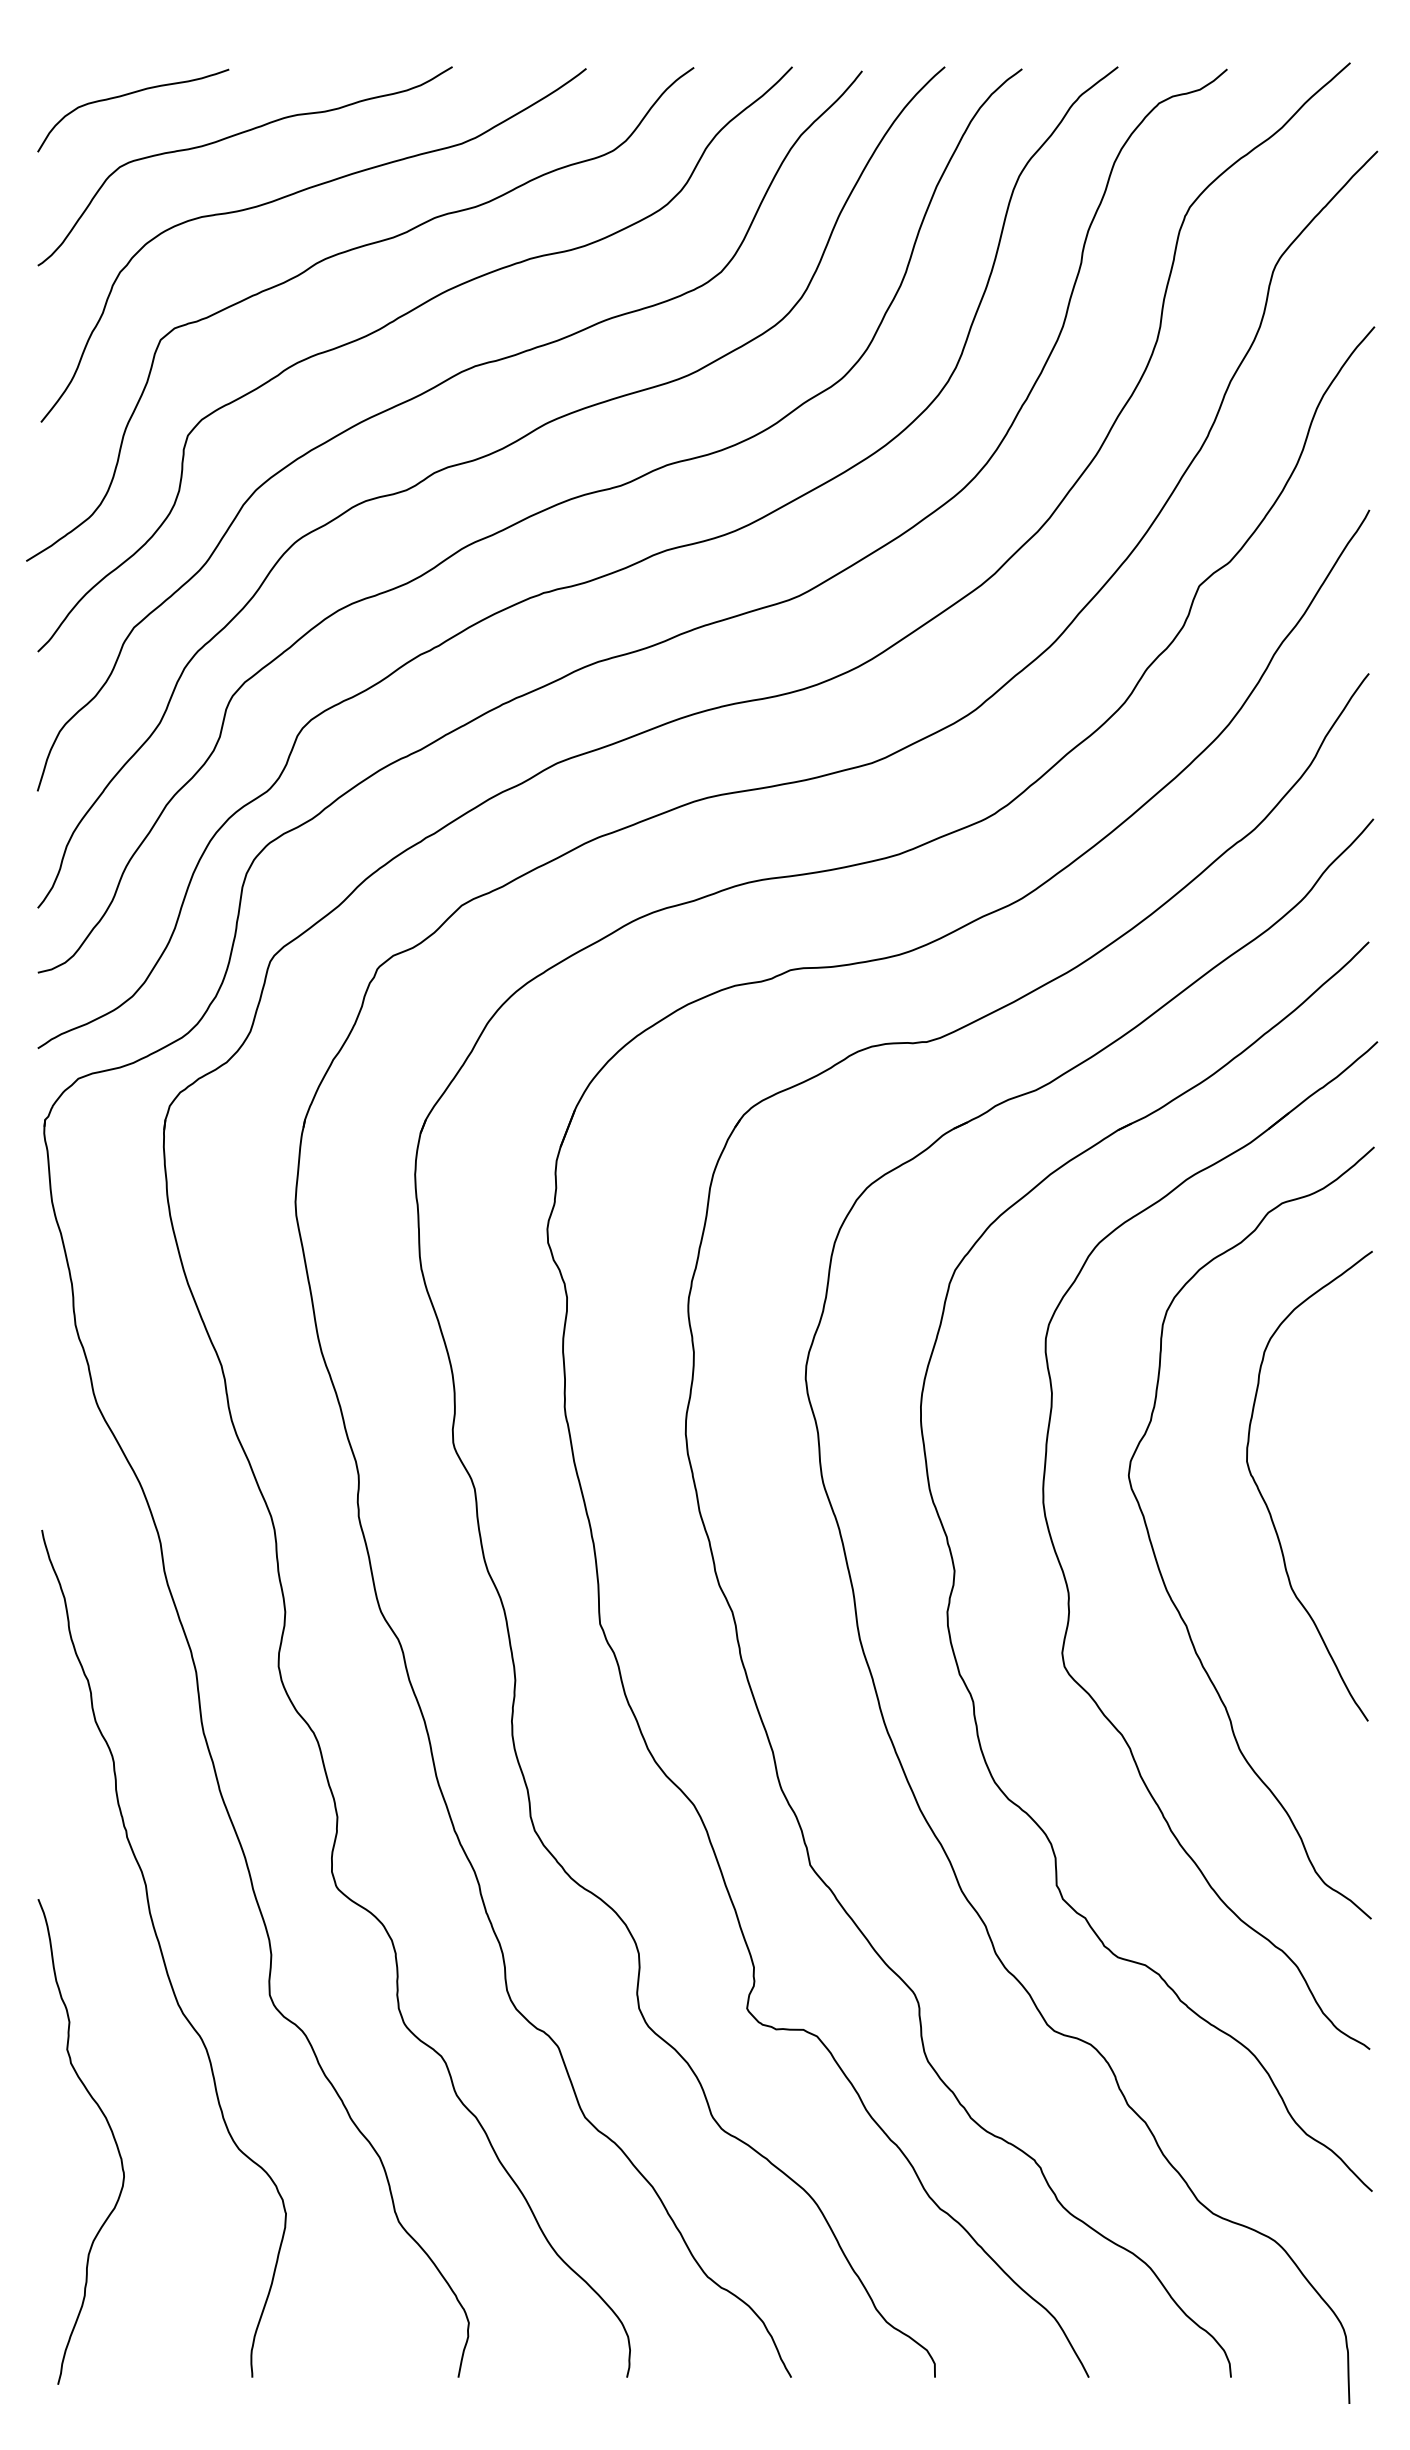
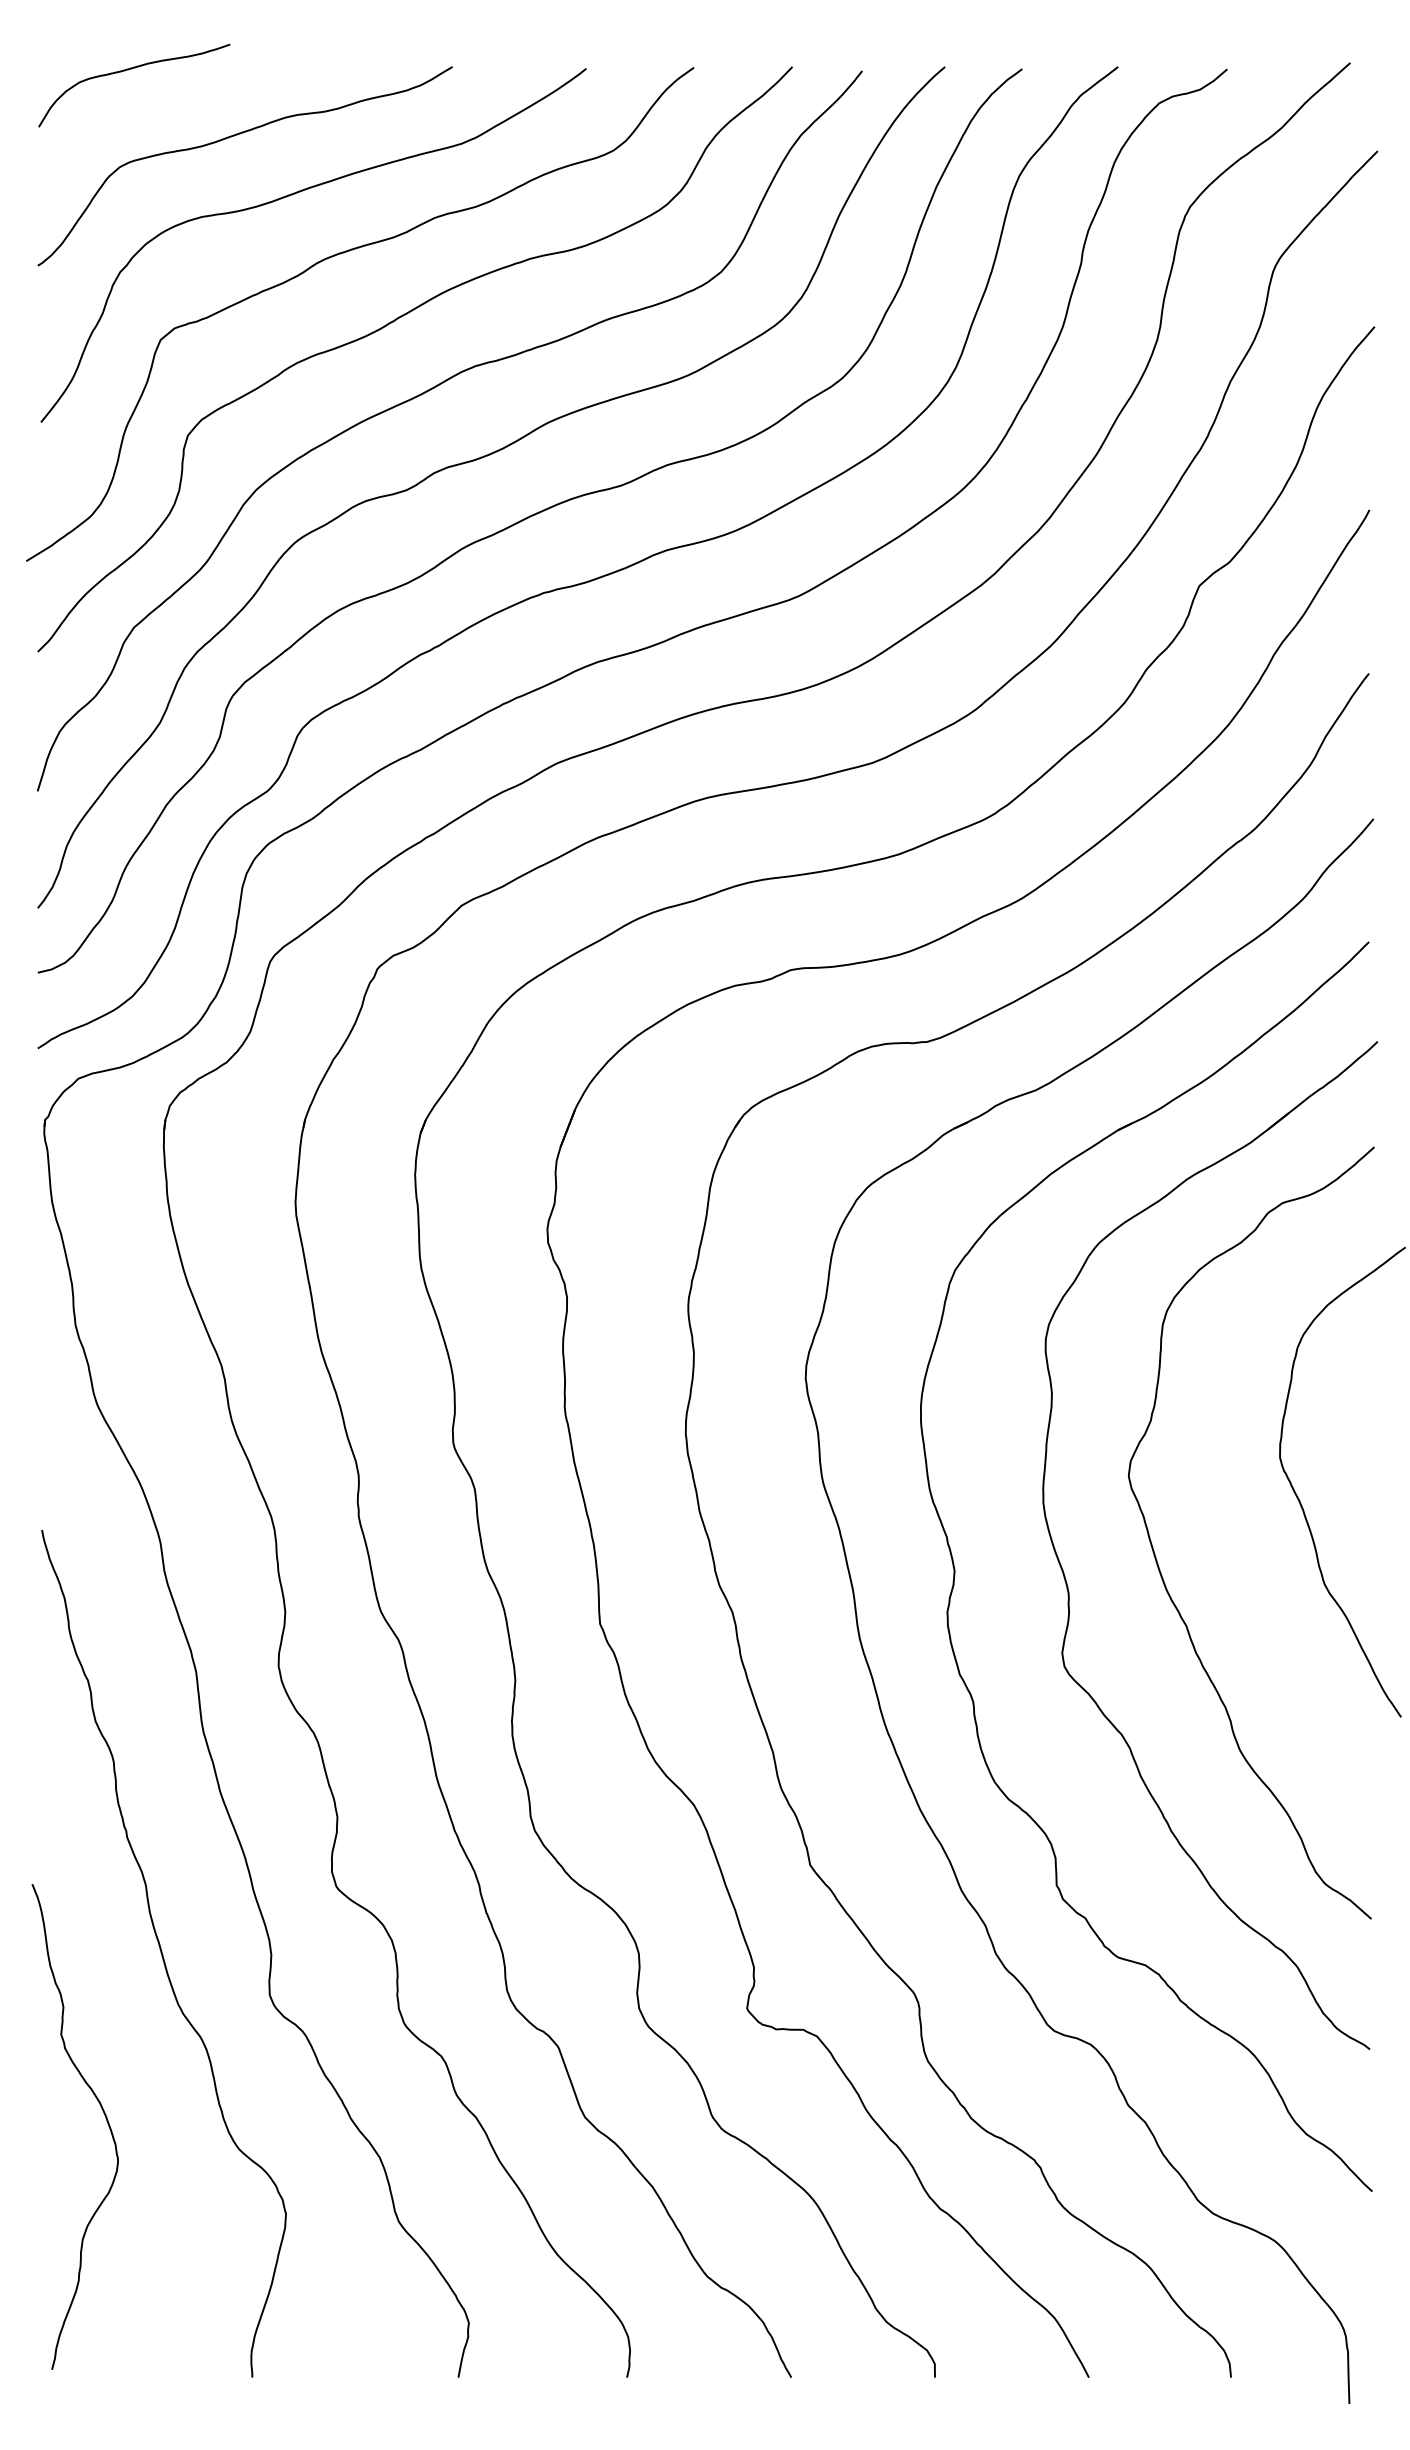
curve at (127, 95) position: (127, 95) -> (128, 70)
curve at (1267, 1504) position: (1267, 1504) -> (1300, 1500)
curve at (108, 2126) position: (108, 2126) -> (102, 2111)
